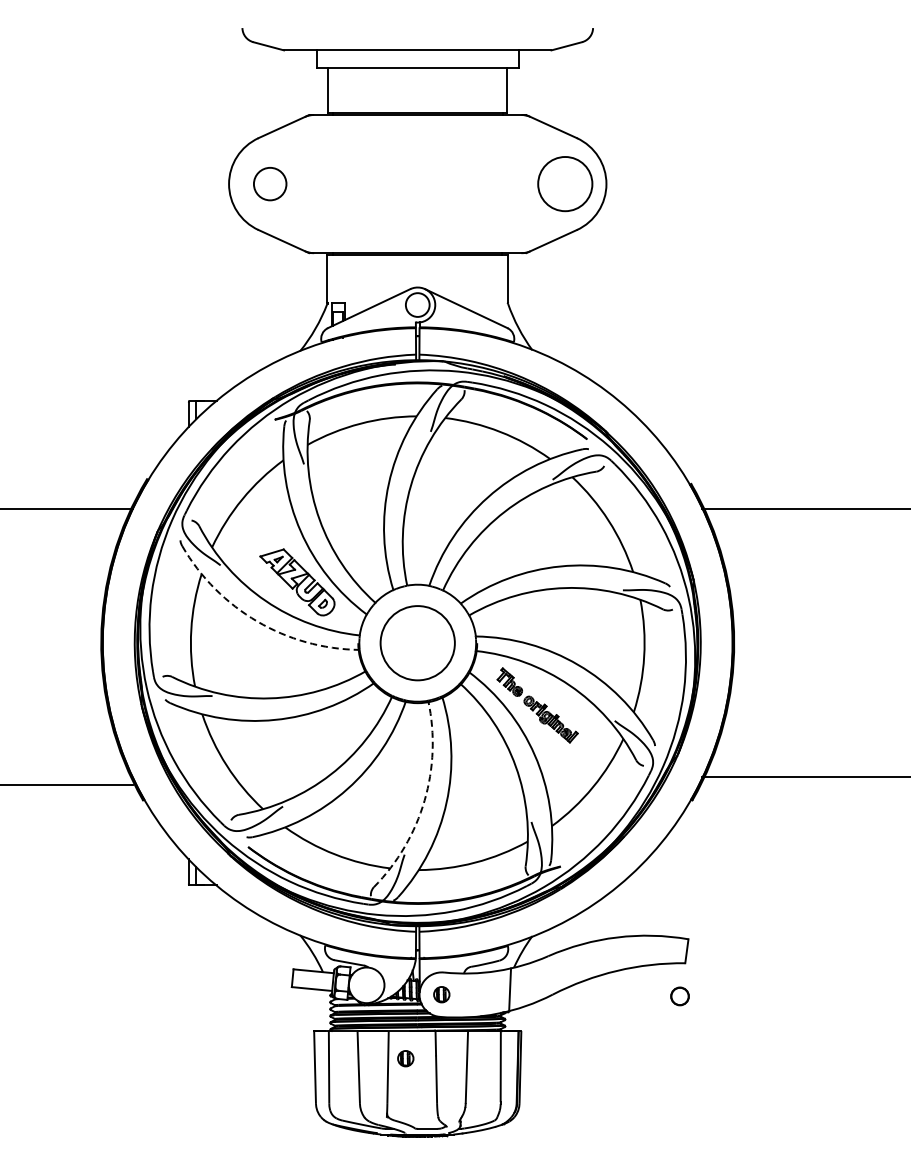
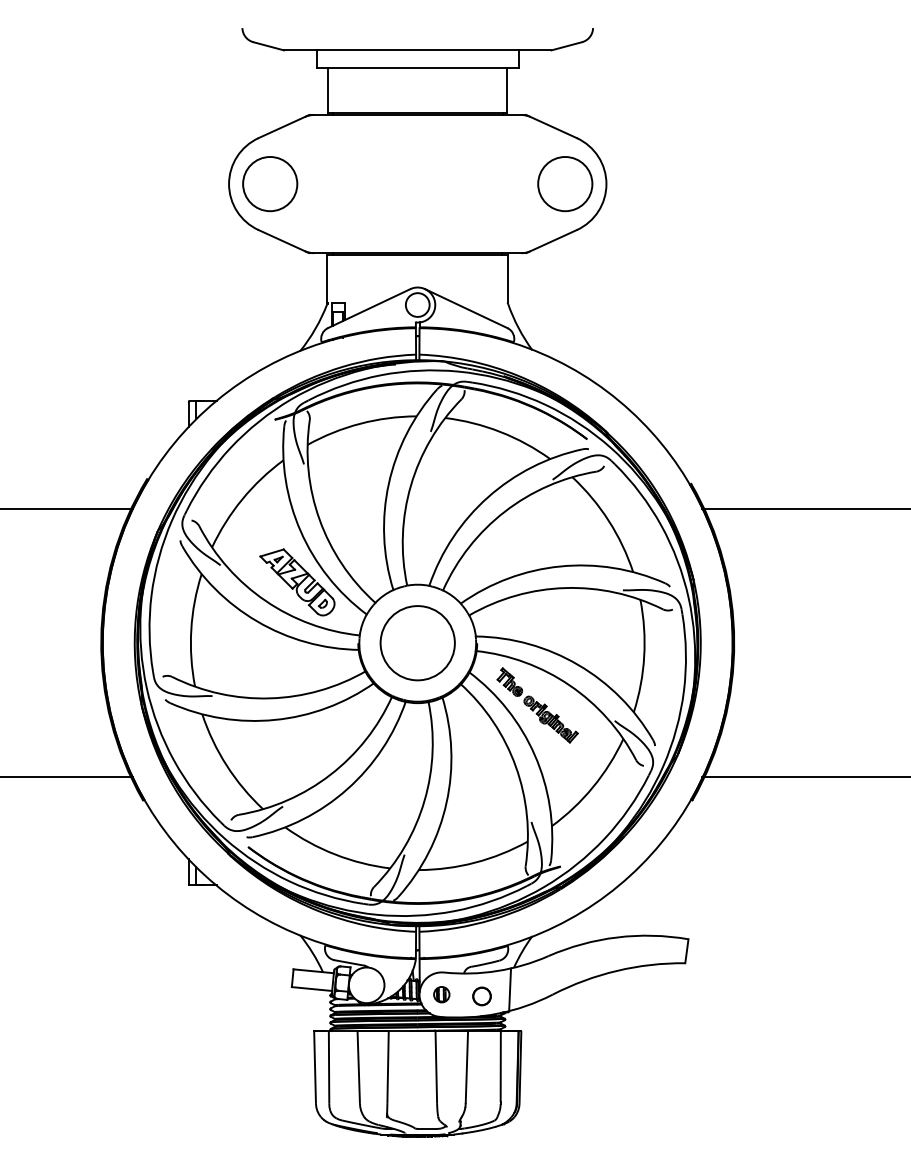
circle at (269, 183) diameter: 33 px -> 54 px
arc at (257, 621): dashed -> solid
line at (67, 784) position: (67, 784) -> (67, 776)
arc at (424, 800): dashed -> solid
part at (679, 996) position: (679, 996) -> (481, 996)
part at (405, 1058): present -> none
